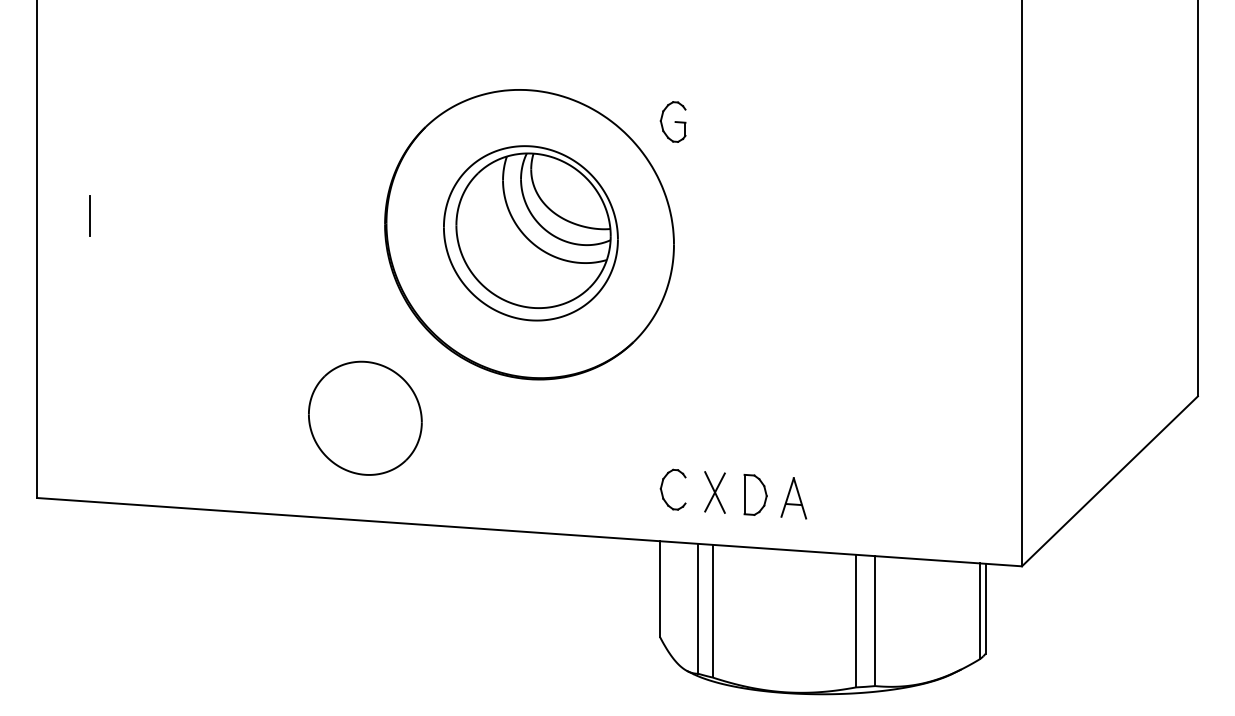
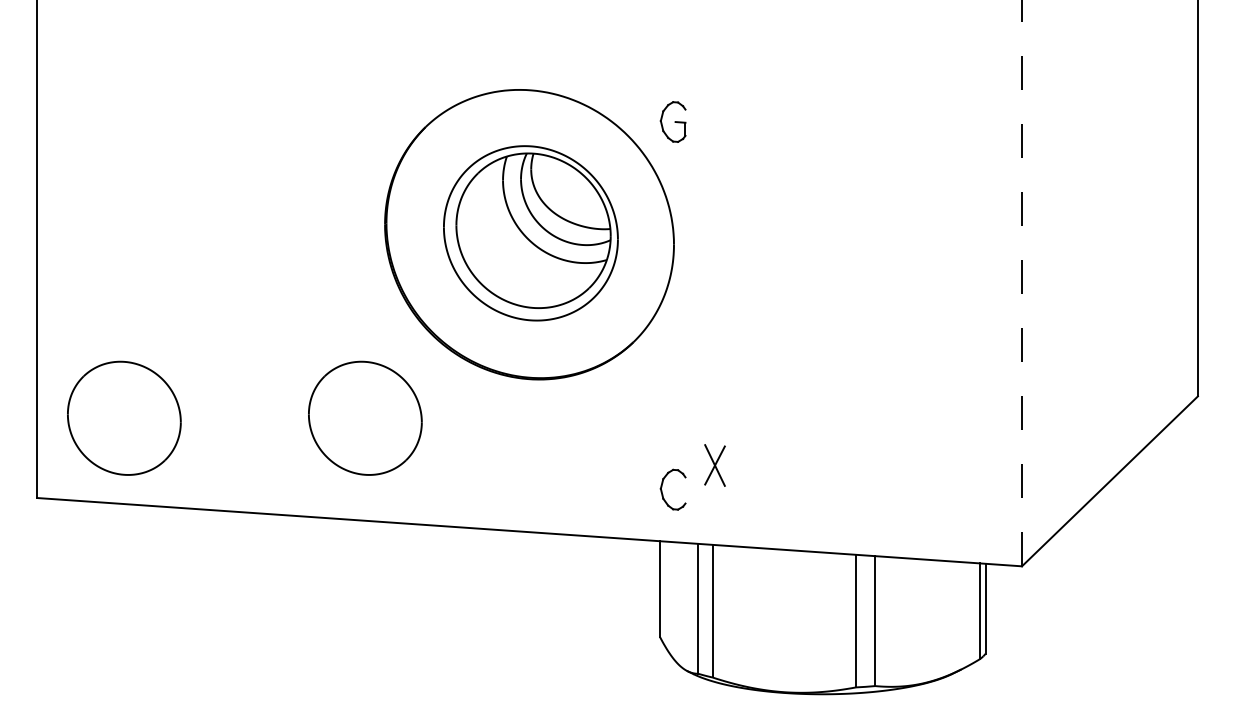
line at (89, 215): present -> none
line at (1022, 283): solid -> dashed
part at (124, 417): none -> present
part at (714, 492) position: (714, 492) -> (714, 465)
part at (755, 494): present -> none
part at (793, 498): present -> none
